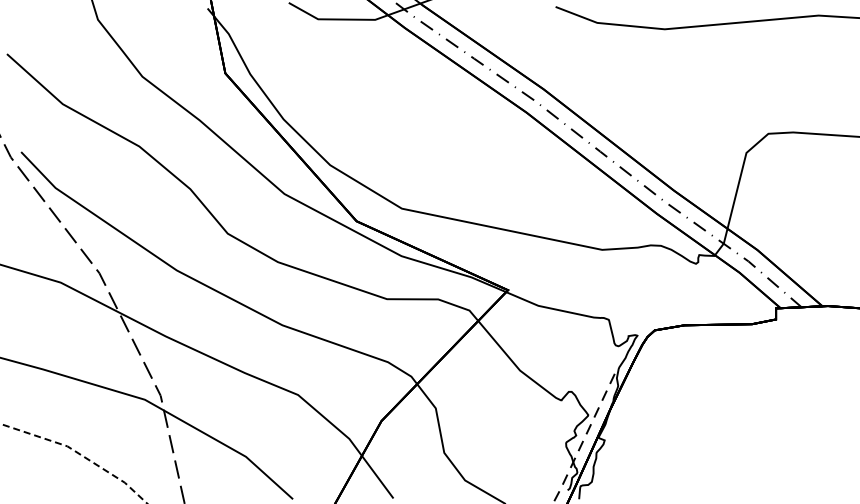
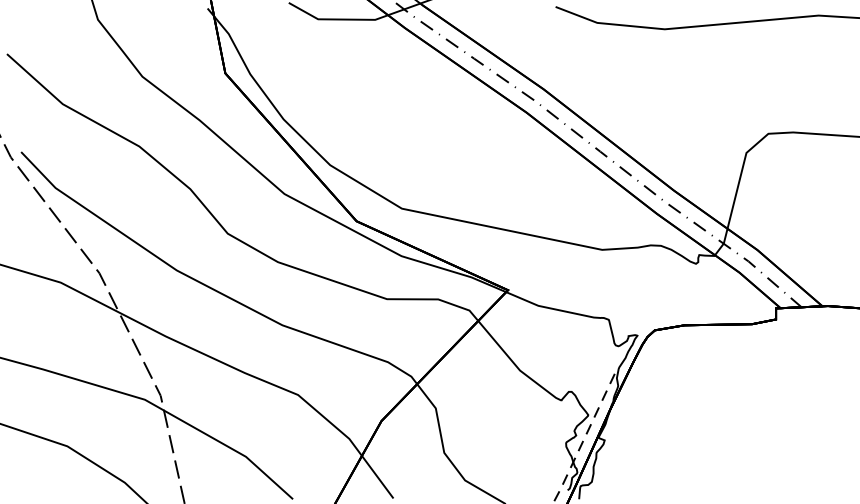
line at (79, 453): dashed -> solid
